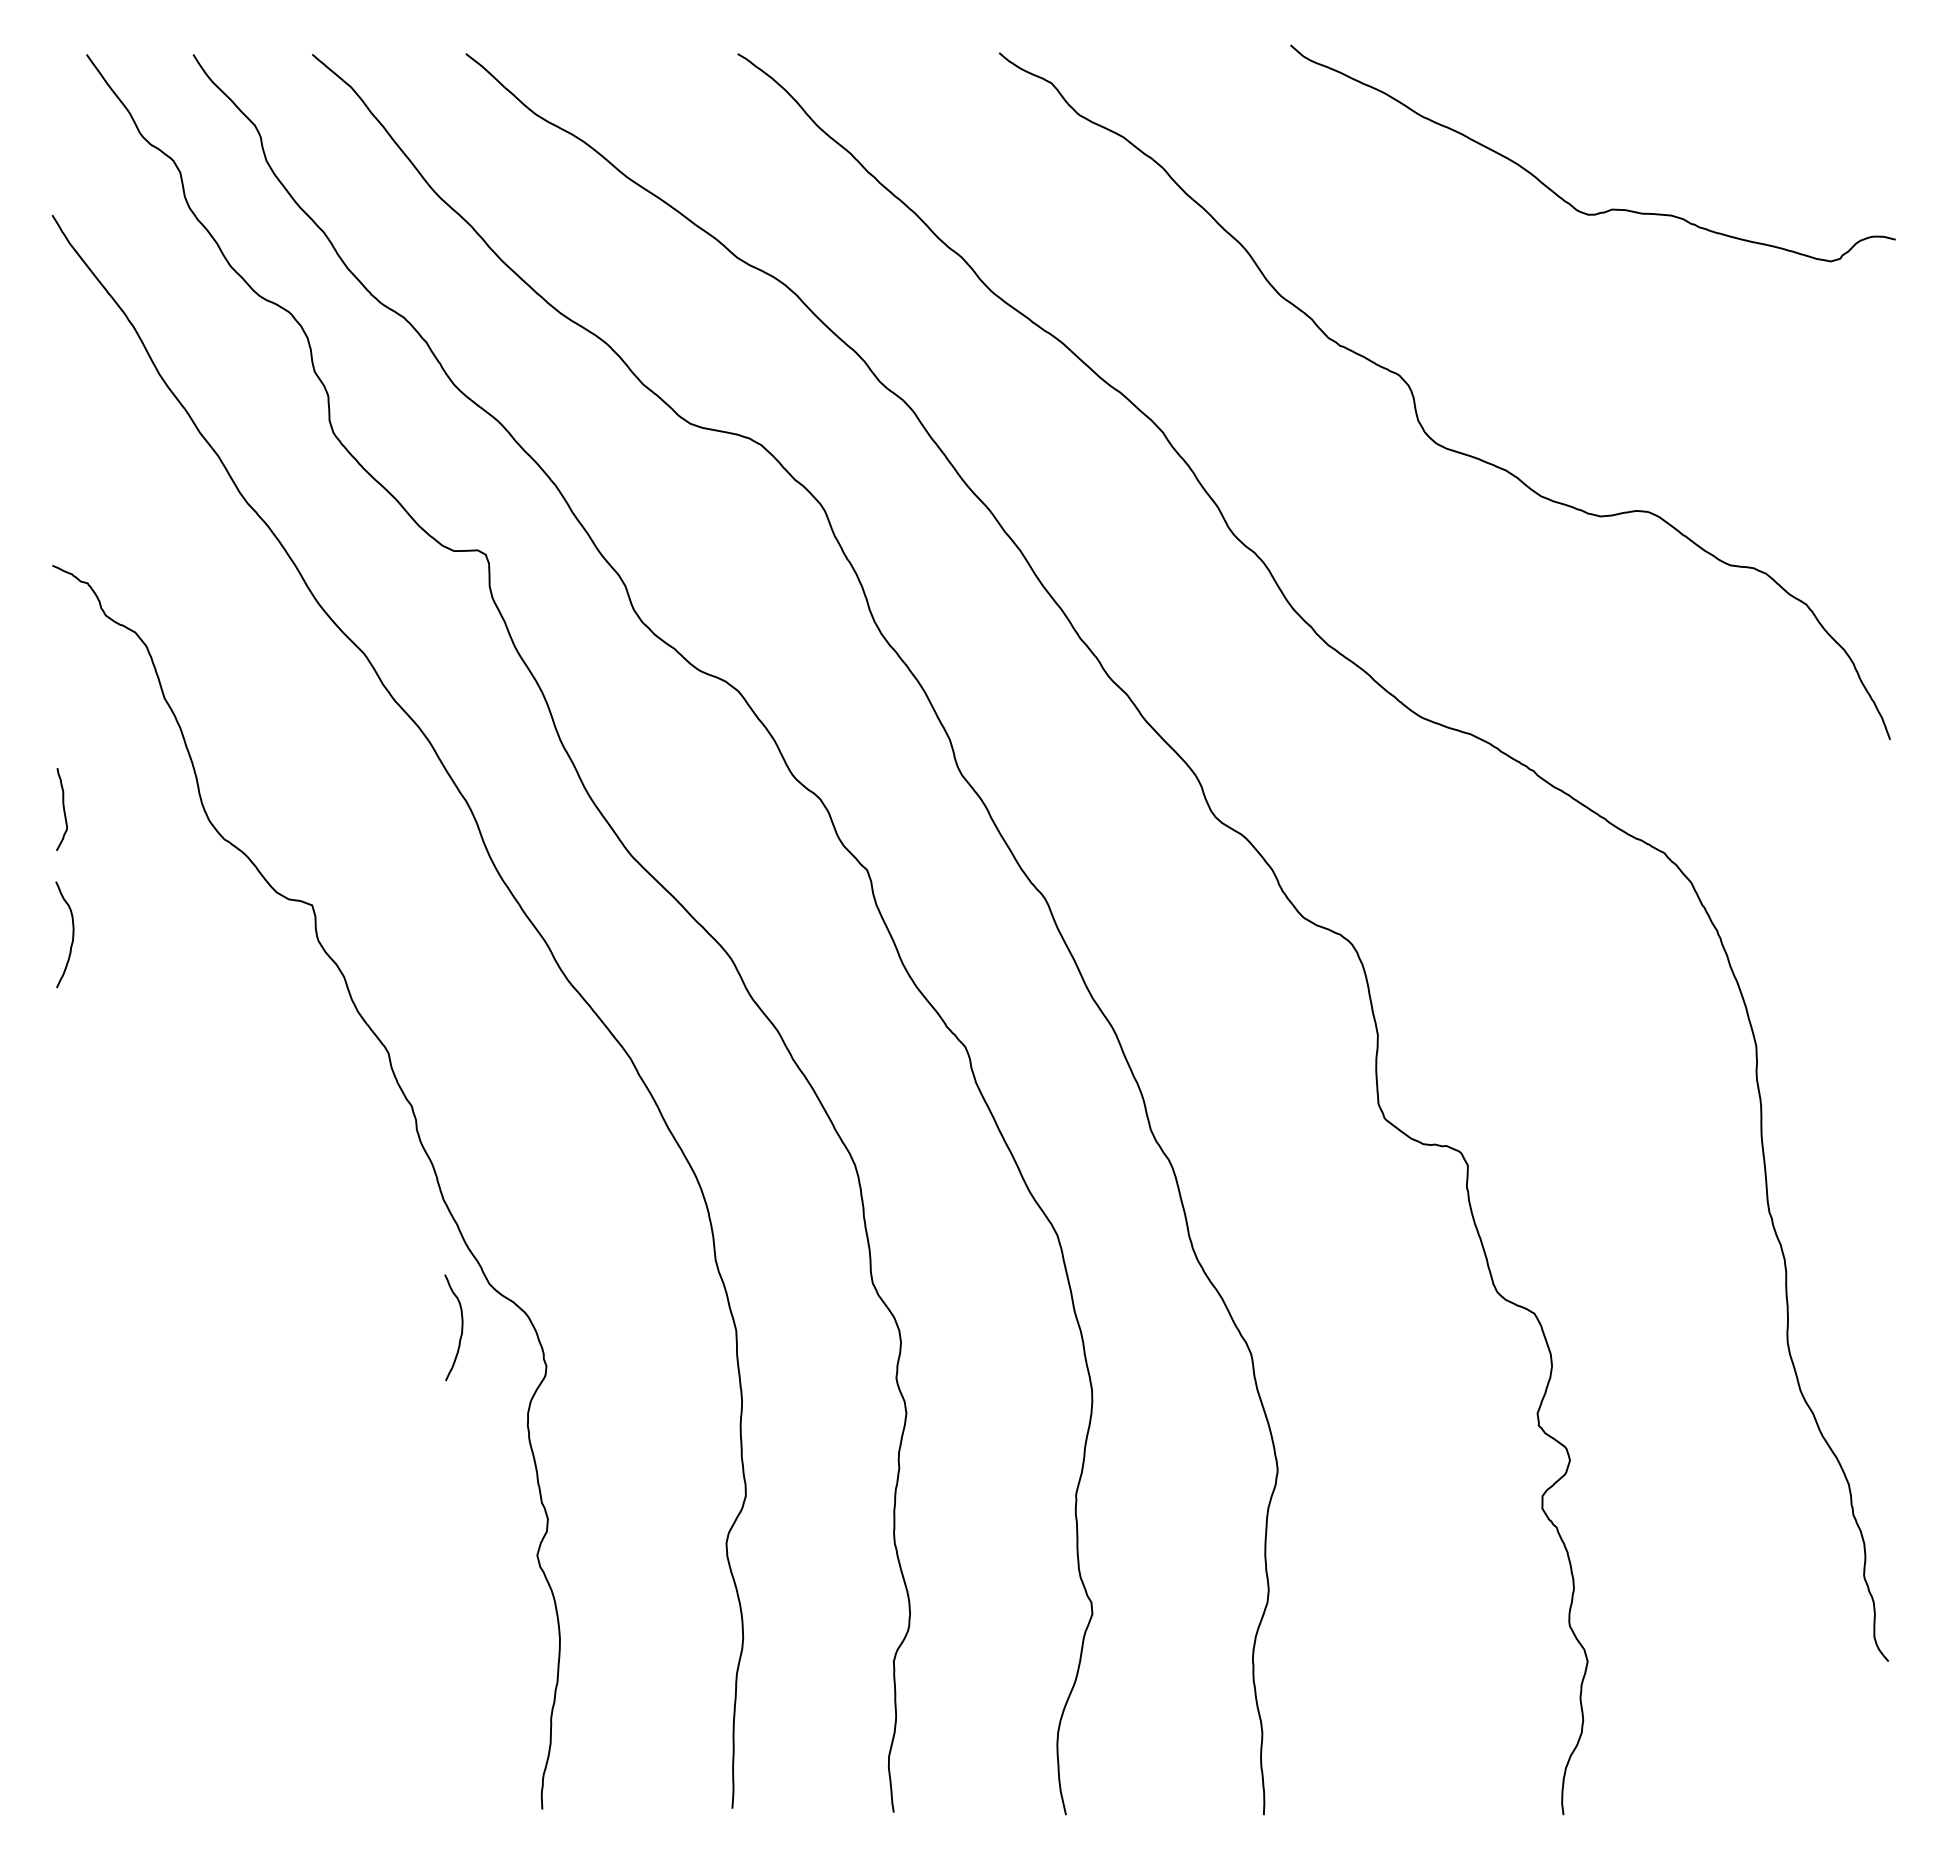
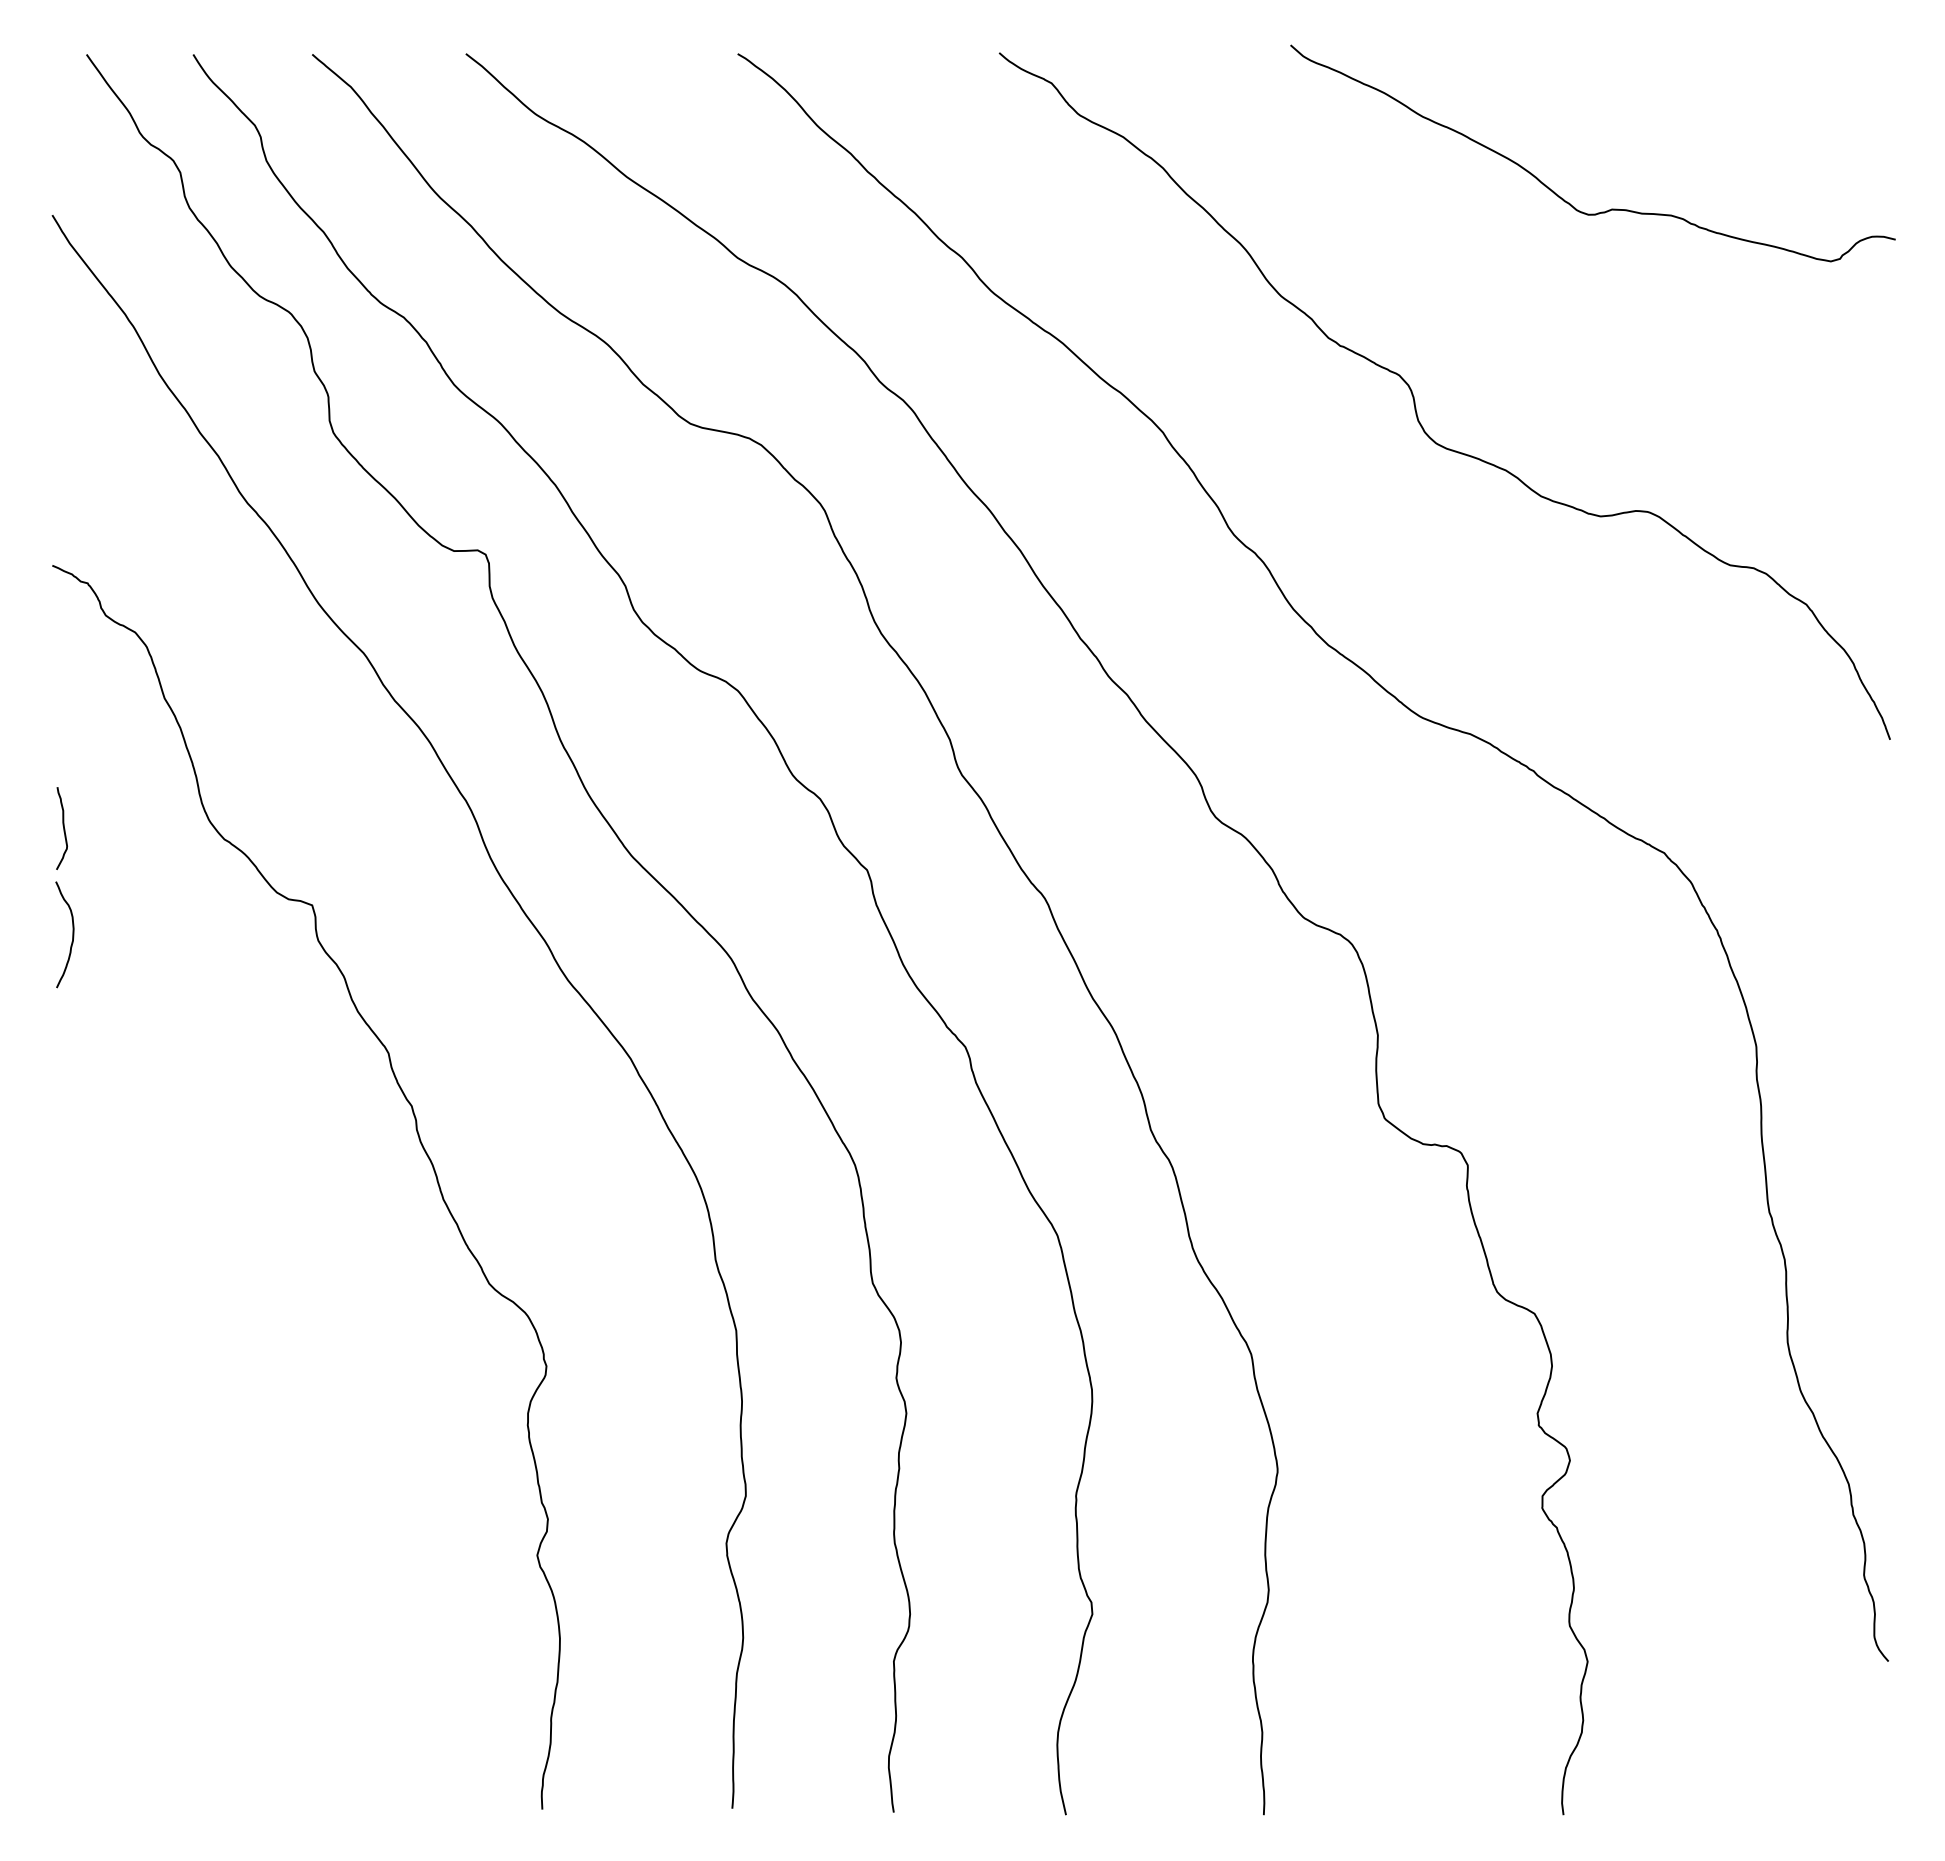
curve at (63, 809) position: (63, 809) -> (63, 828)
curve at (461, 1327): present -> none
